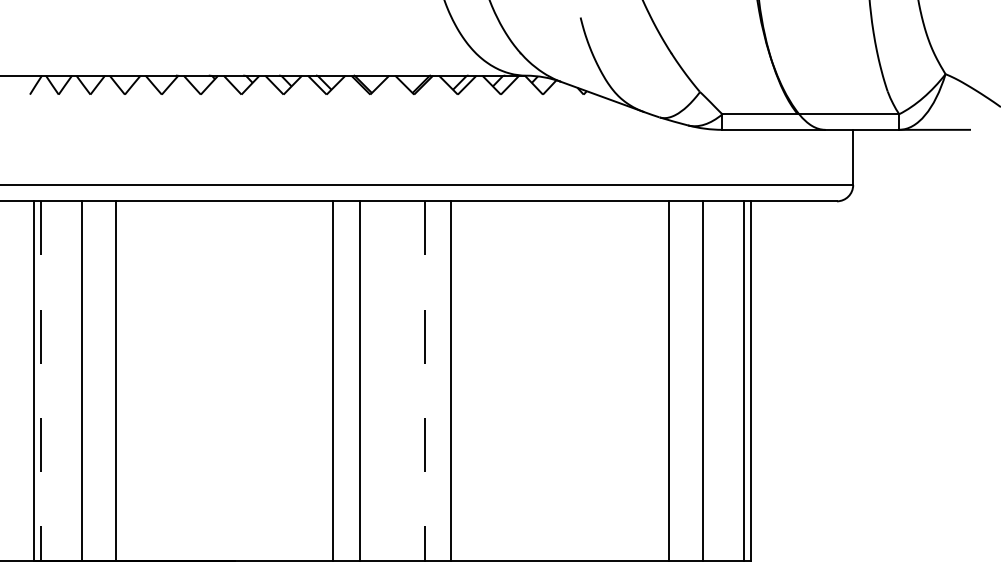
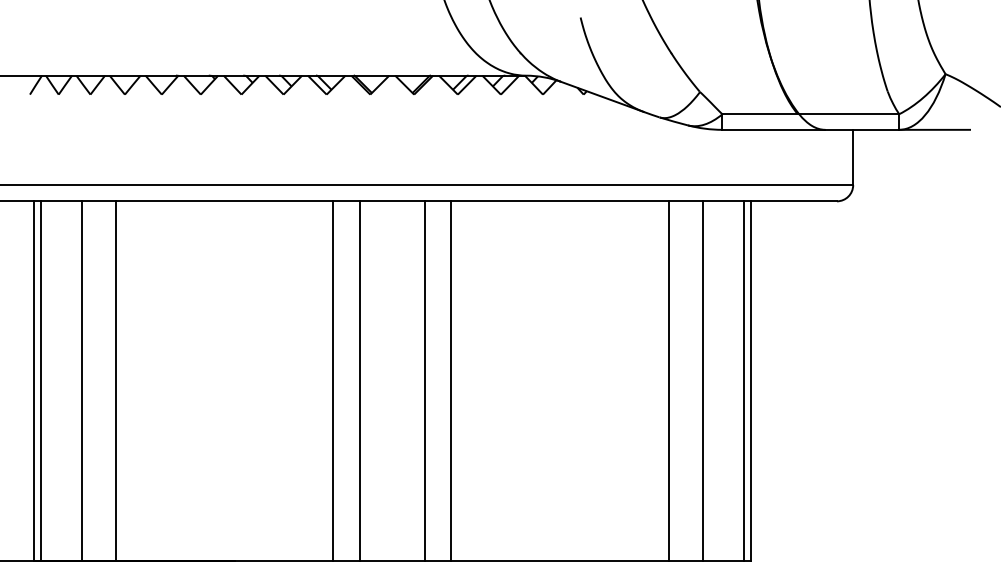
line at (40, 381): dashed -> solid
line at (424, 381): dashed -> solid
